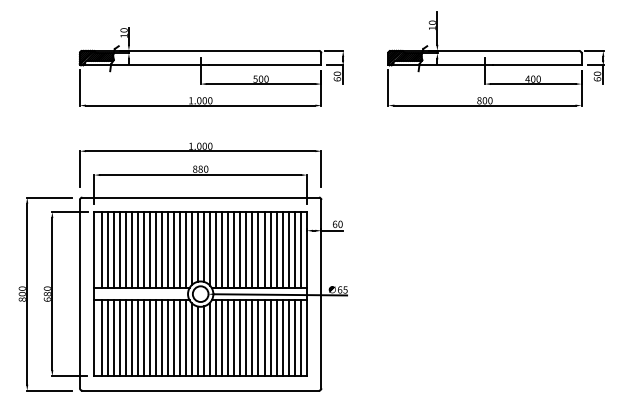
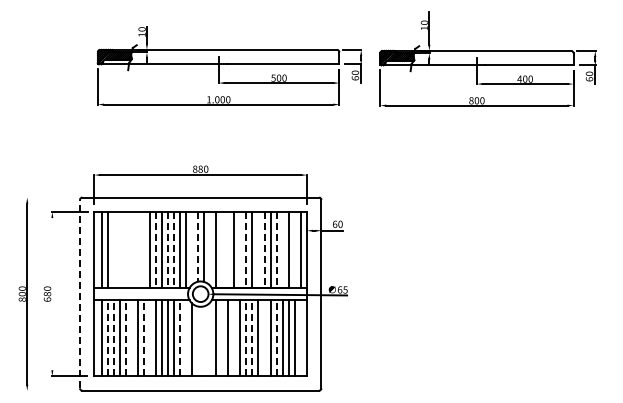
part at (495, 58) position: (495, 58) -> (487, 58)
part at (210, 66) position: (210, 66) -> (228, 65)
part at (200, 151): present -> none
line at (48, 197): present -> none
line at (198, 246): solid -> dashed
line at (192, 248): present -> none
line at (210, 248): present -> none
line at (113, 250): present -> none
line at (119, 250): present -> none
line at (125, 250): present -> none
line at (131, 250): present -> none
line at (137, 250): present -> none
line at (143, 250): present -> none
line at (155, 250): solid -> dashed
line at (167, 250): solid -> dashed
line at (173, 250): solid -> dashed
line at (222, 250): present -> none
line at (228, 250): present -> none
line at (240, 250): present -> none
line at (246, 250): solid -> dashed
line at (258, 250): present -> none
line at (264, 250): solid -> dashed
line at (276, 250): solid -> dashed
line at (282, 250): present -> none
line at (294, 250): present -> none
line at (79, 293): solid -> dashed
line at (52, 294): present -> none
line at (107, 337): solid -> dashed
line at (113, 337): solid -> dashed
line at (125, 337): solid -> dashed
line at (143, 337): solid -> dashed
line at (180, 337): solid -> dashed
line at (246, 337): solid -> dashed
line at (252, 337): solid -> dashed
line at (276, 337): solid -> dashed
line at (131, 338): present -> none
line at (149, 338): present -> none
line at (186, 338): present -> none
line at (222, 338): present -> none
line at (234, 338): present -> none
line at (264, 338): present -> none
line at (300, 338): present -> none
line at (210, 339): present -> none
line at (198, 341): present -> none
line at (204, 341): present -> none
line at (48, 390): present -> none
